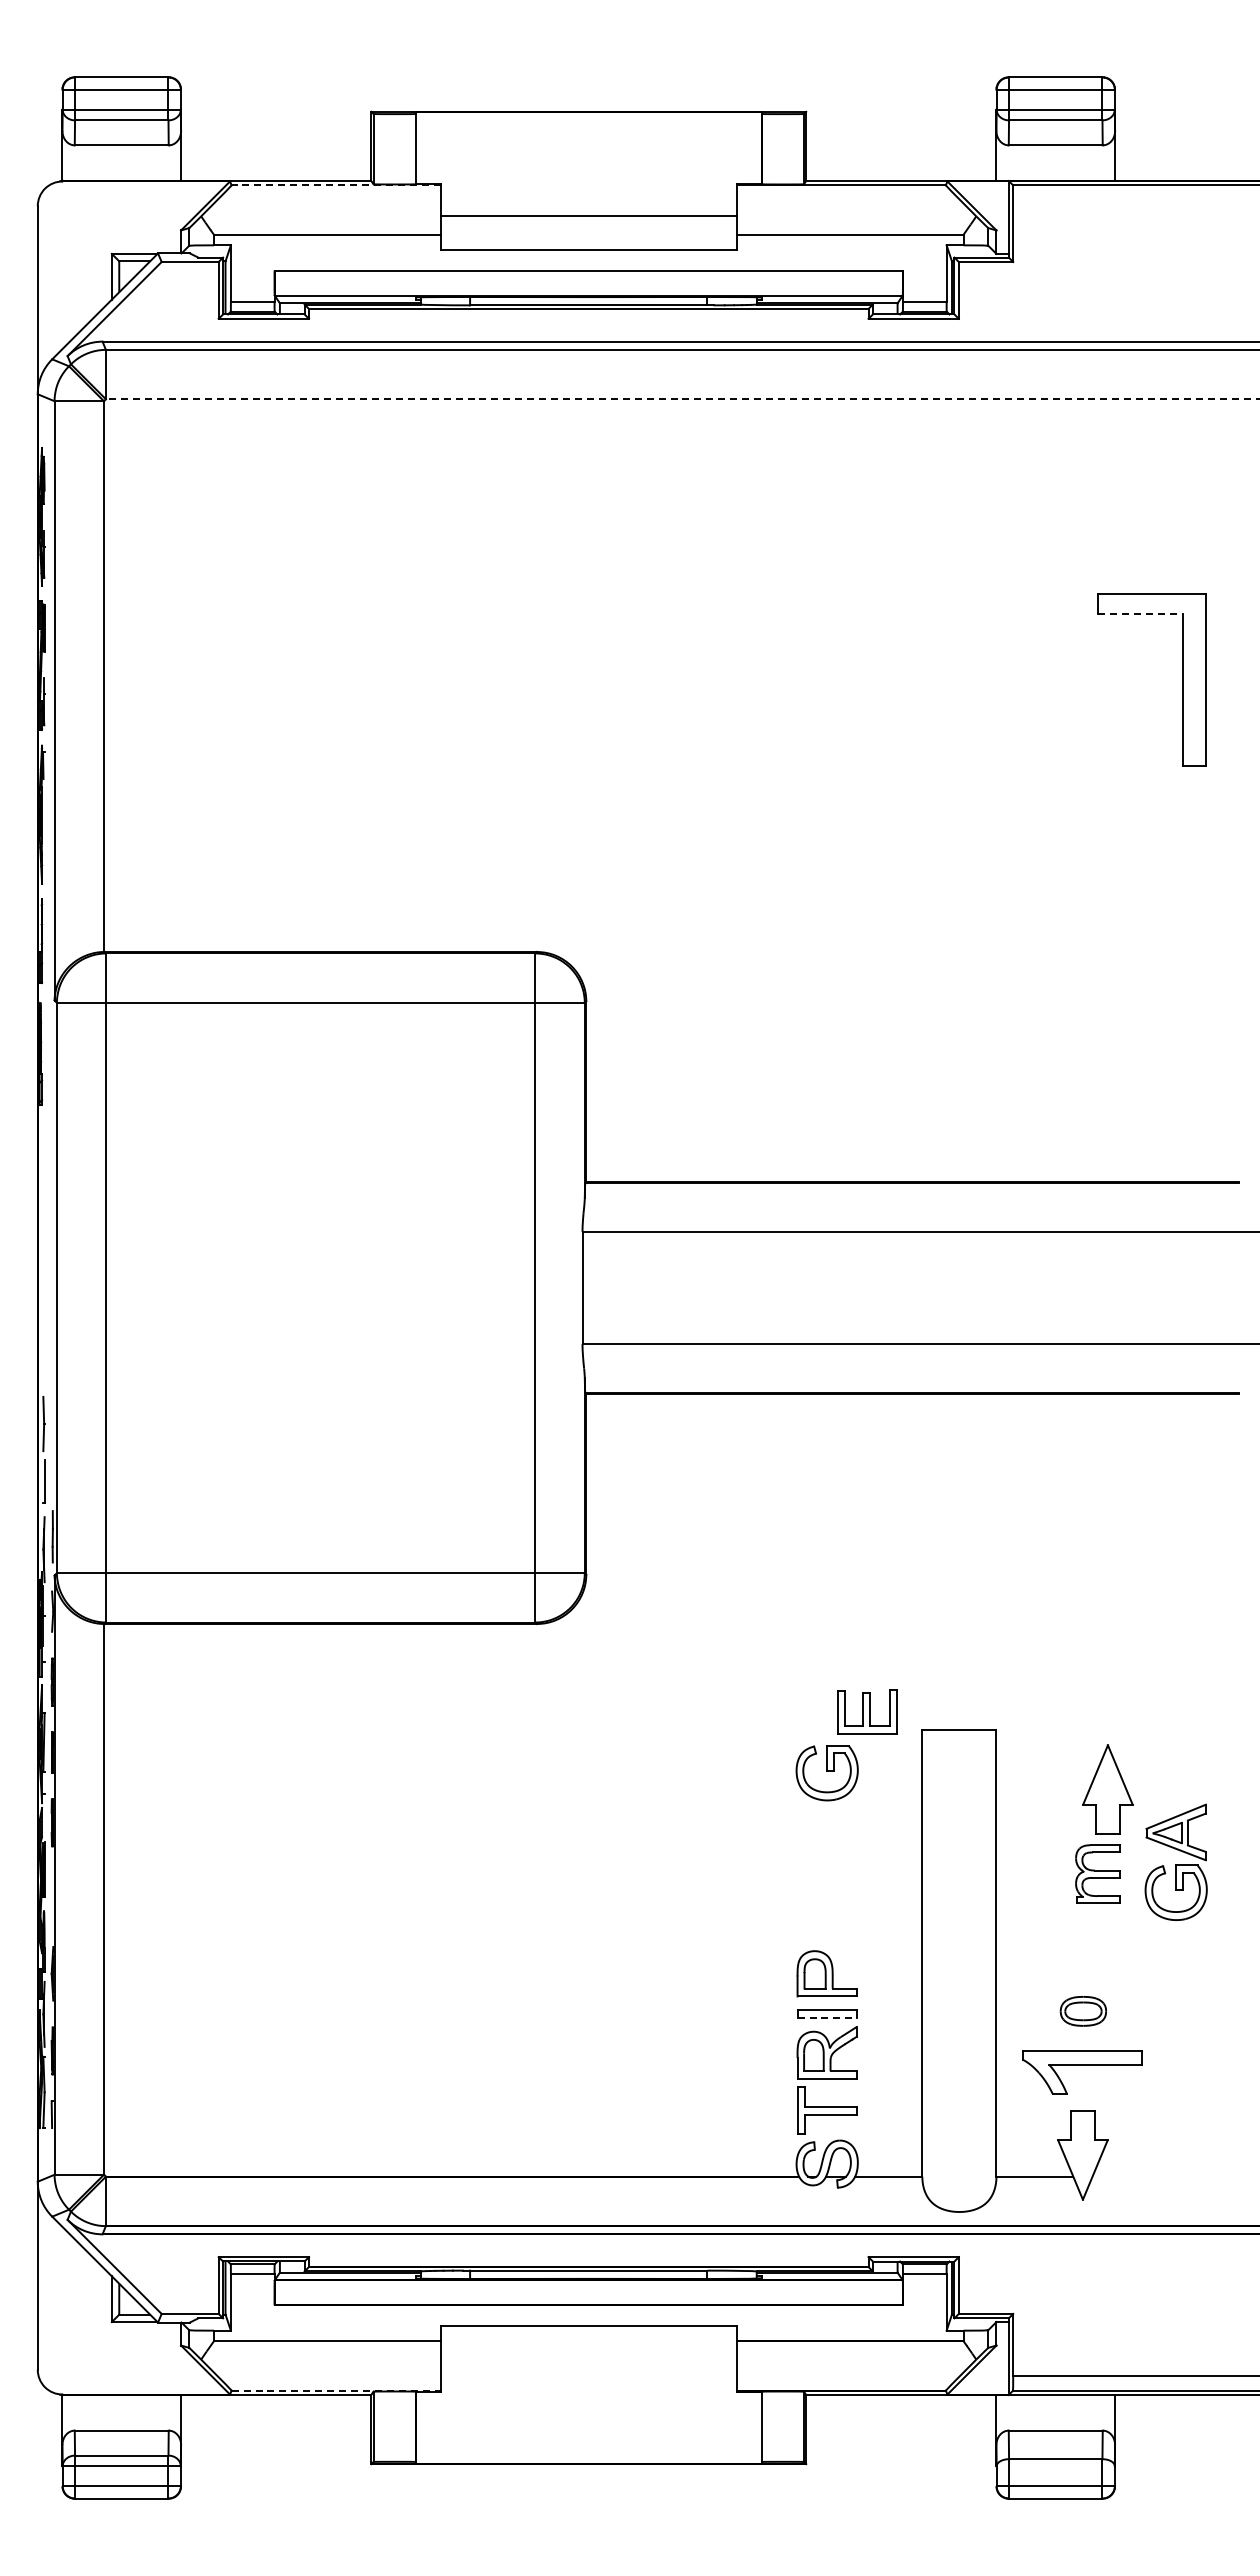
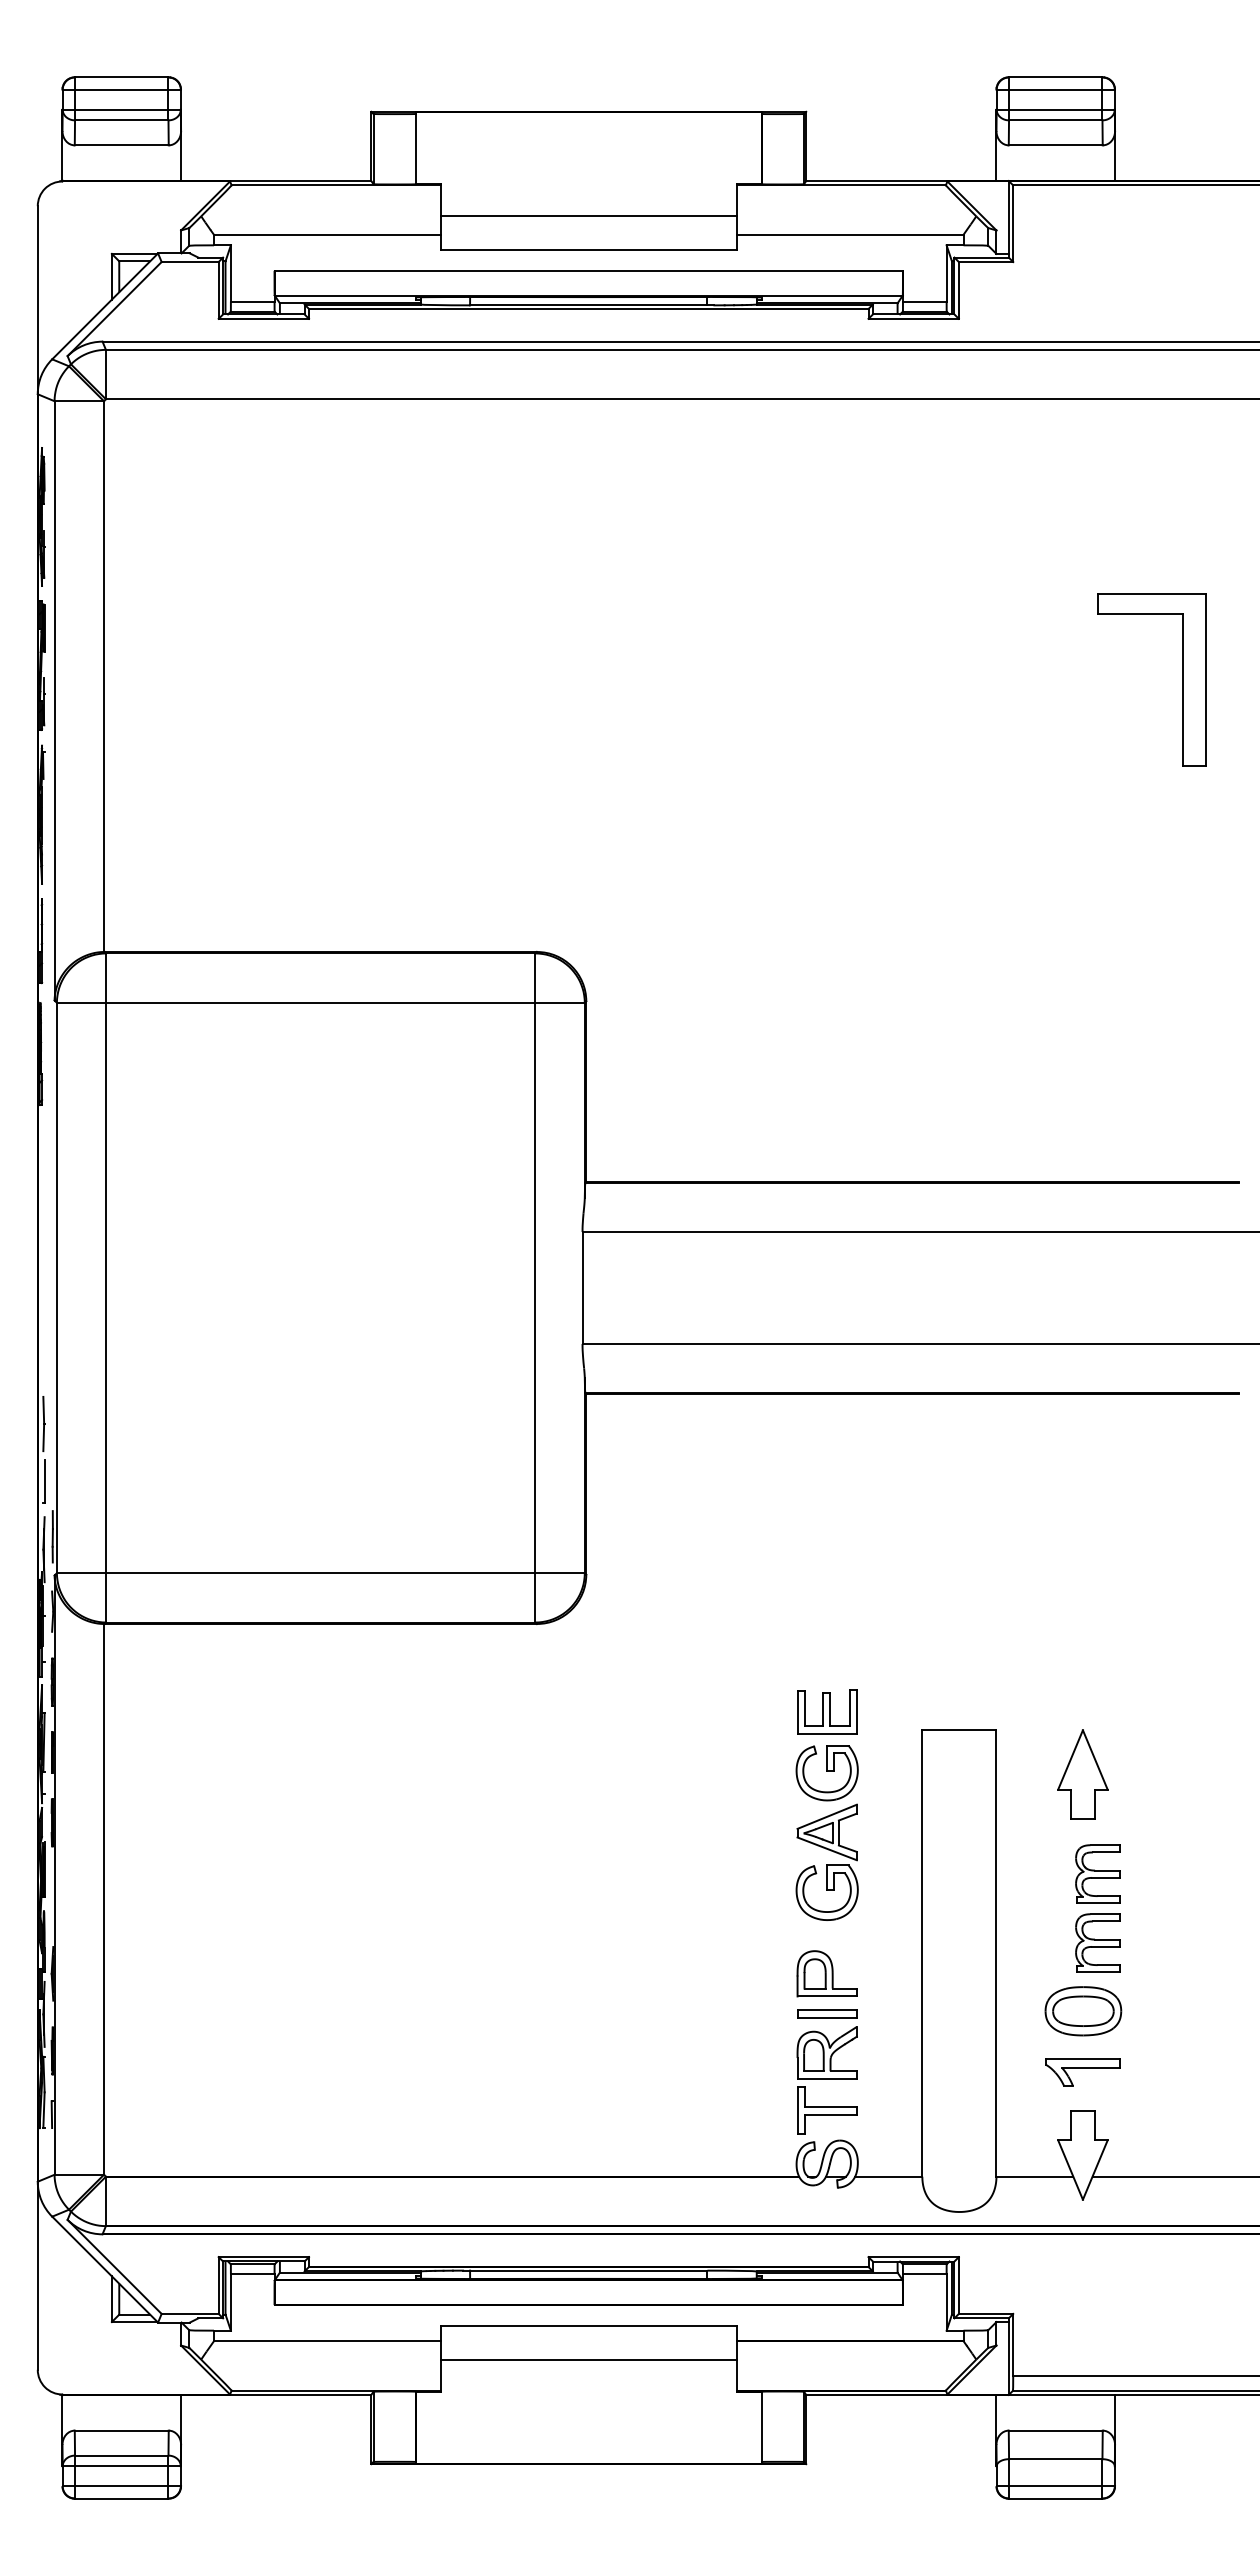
line at (335, 185): dashed -> solid
line at (682, 399): dashed -> solid
line at (1141, 614): dashed -> solid
part at (867, 1711) position: (867, 1711) -> (827, 1711)
part at (1107, 1789) position: (1107, 1789) -> (1082, 1774)
part at (1175, 1861) position: (1175, 1861) -> (826, 1861)
part at (1097, 1942): none -> present
part at (1082, 2011) size: 48x31 px -> 79x51 px
line at (827, 2018): dashed -> solid
part at (1082, 2072) size: 121x45 px -> 76x29 px
line at (1174, 2176): none -> present
line at (588, 2360): none -> present
line at (336, 2390): dashed -> solid
